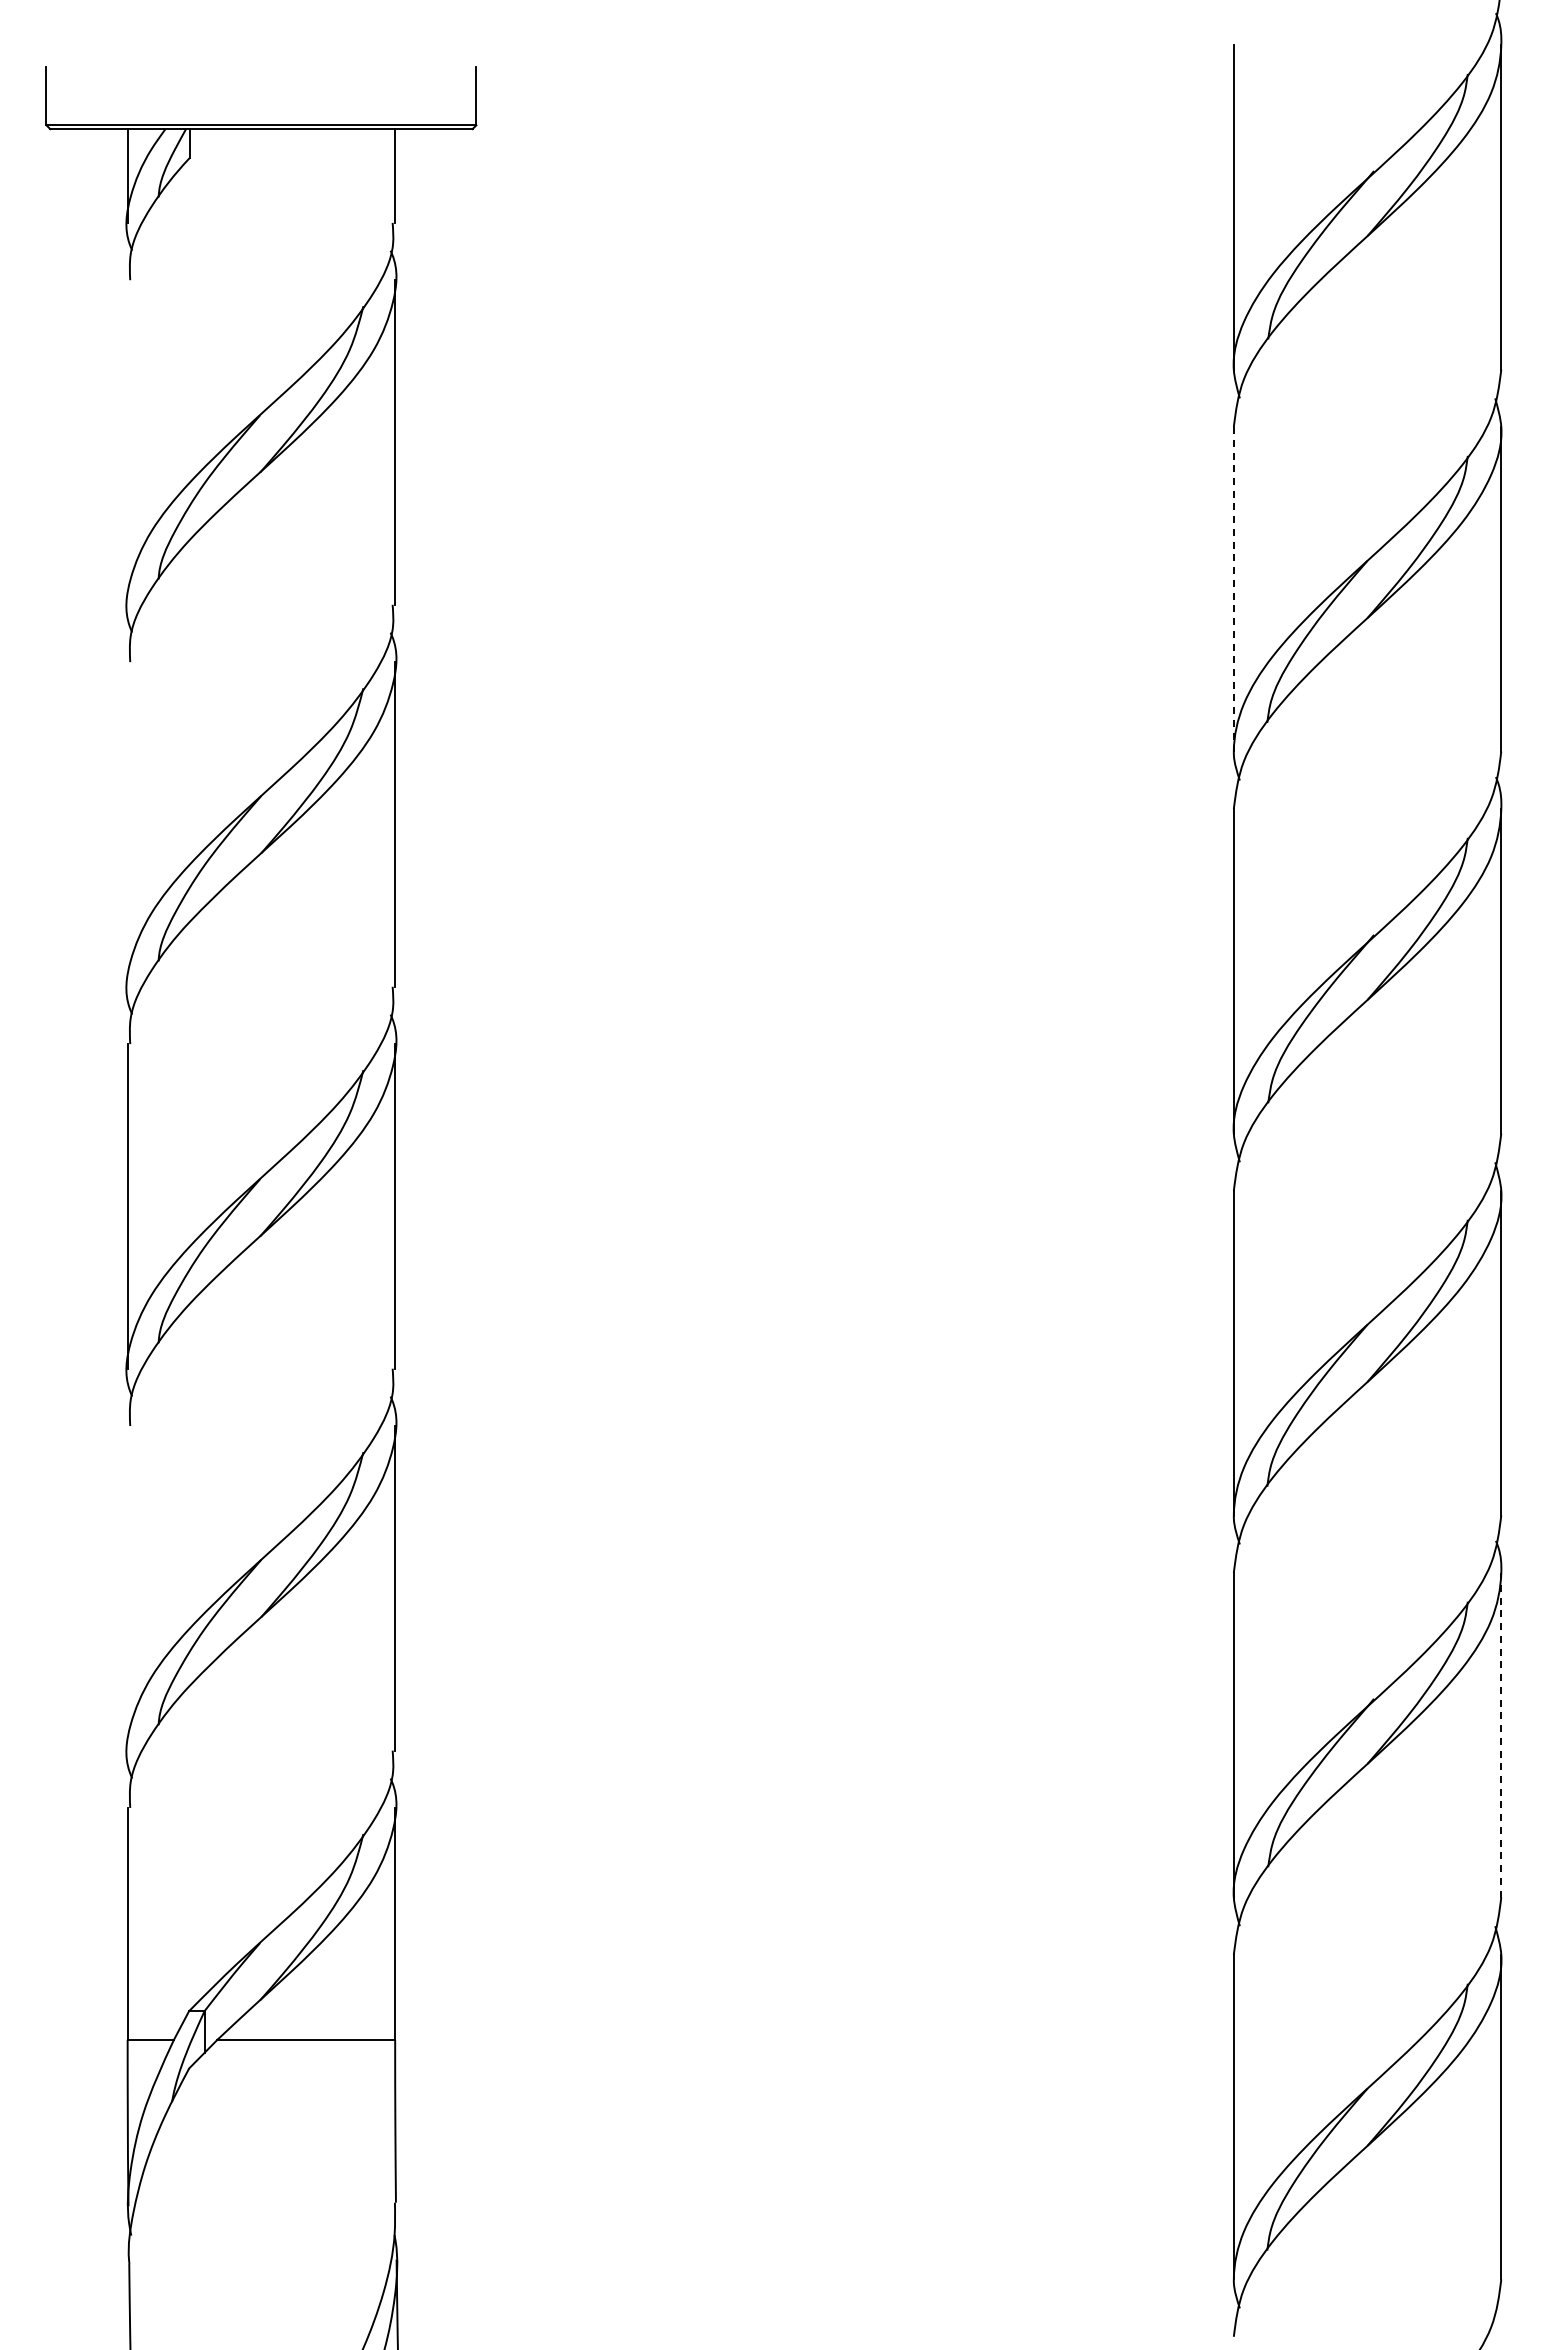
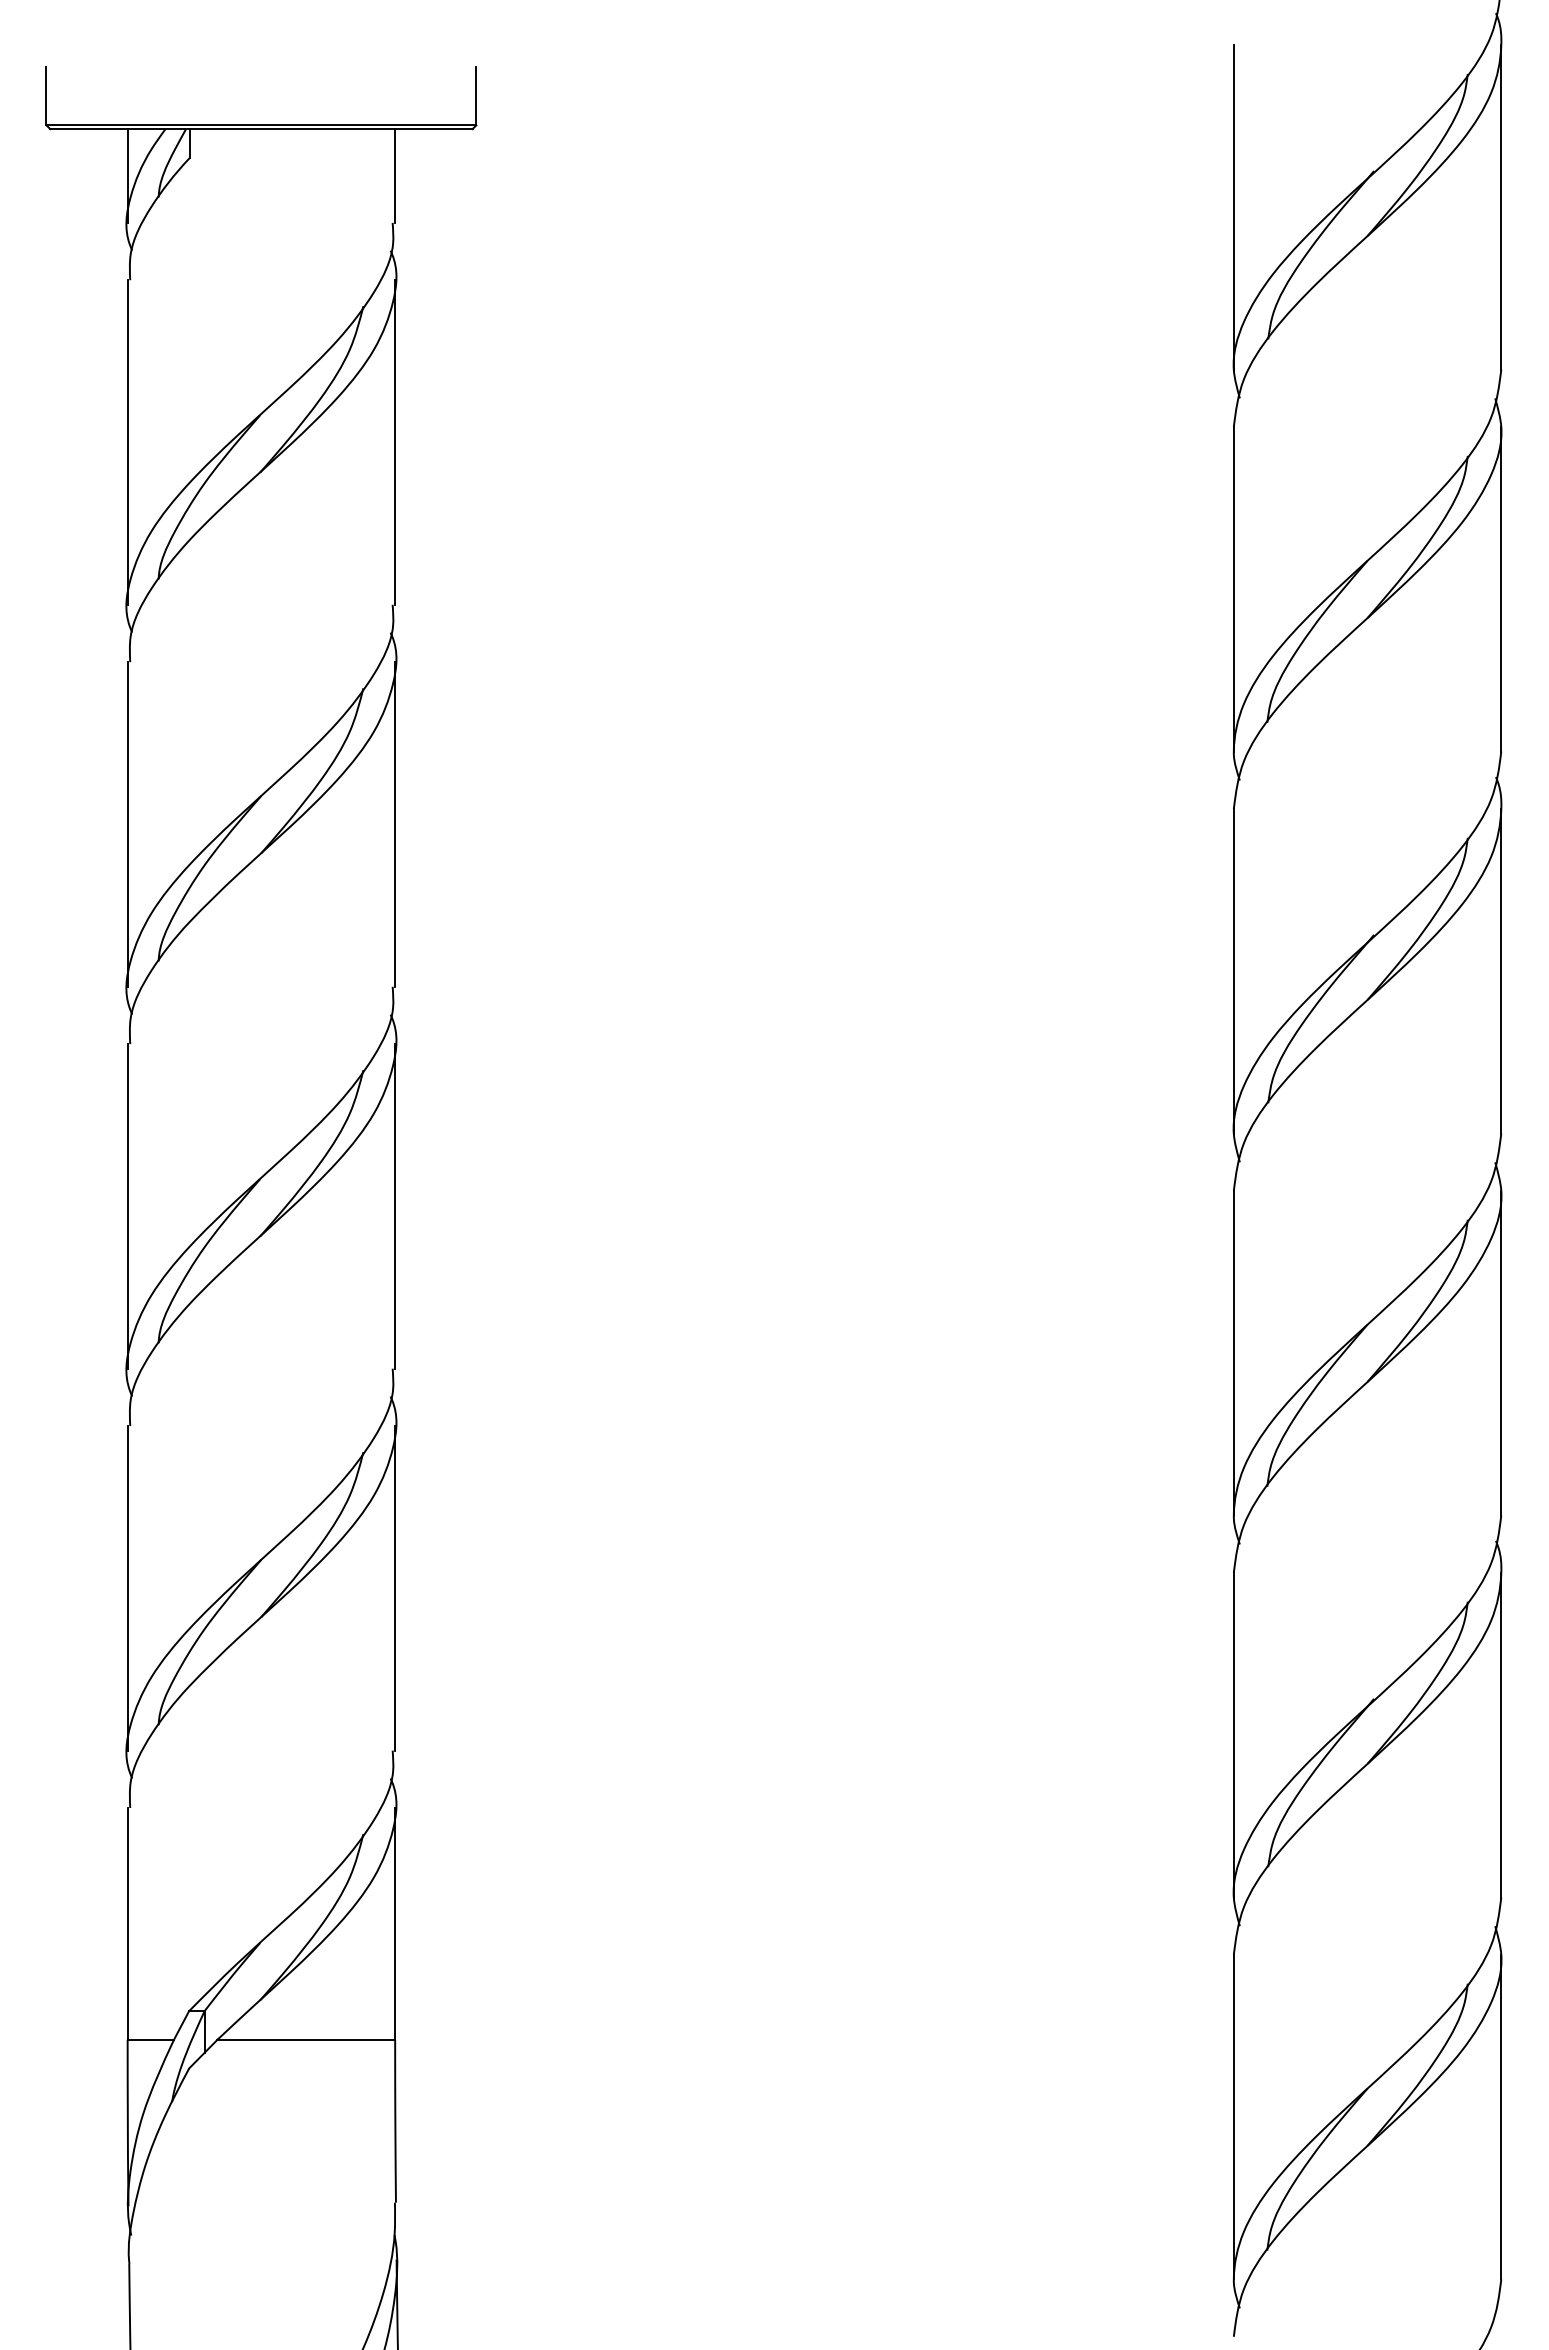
line at (127, 442): none -> present
line at (1233, 589): dashed -> solid
line at (127, 824): none -> present
line at (127, 1588): none -> present
line at (1501, 1734): dashed -> solid
